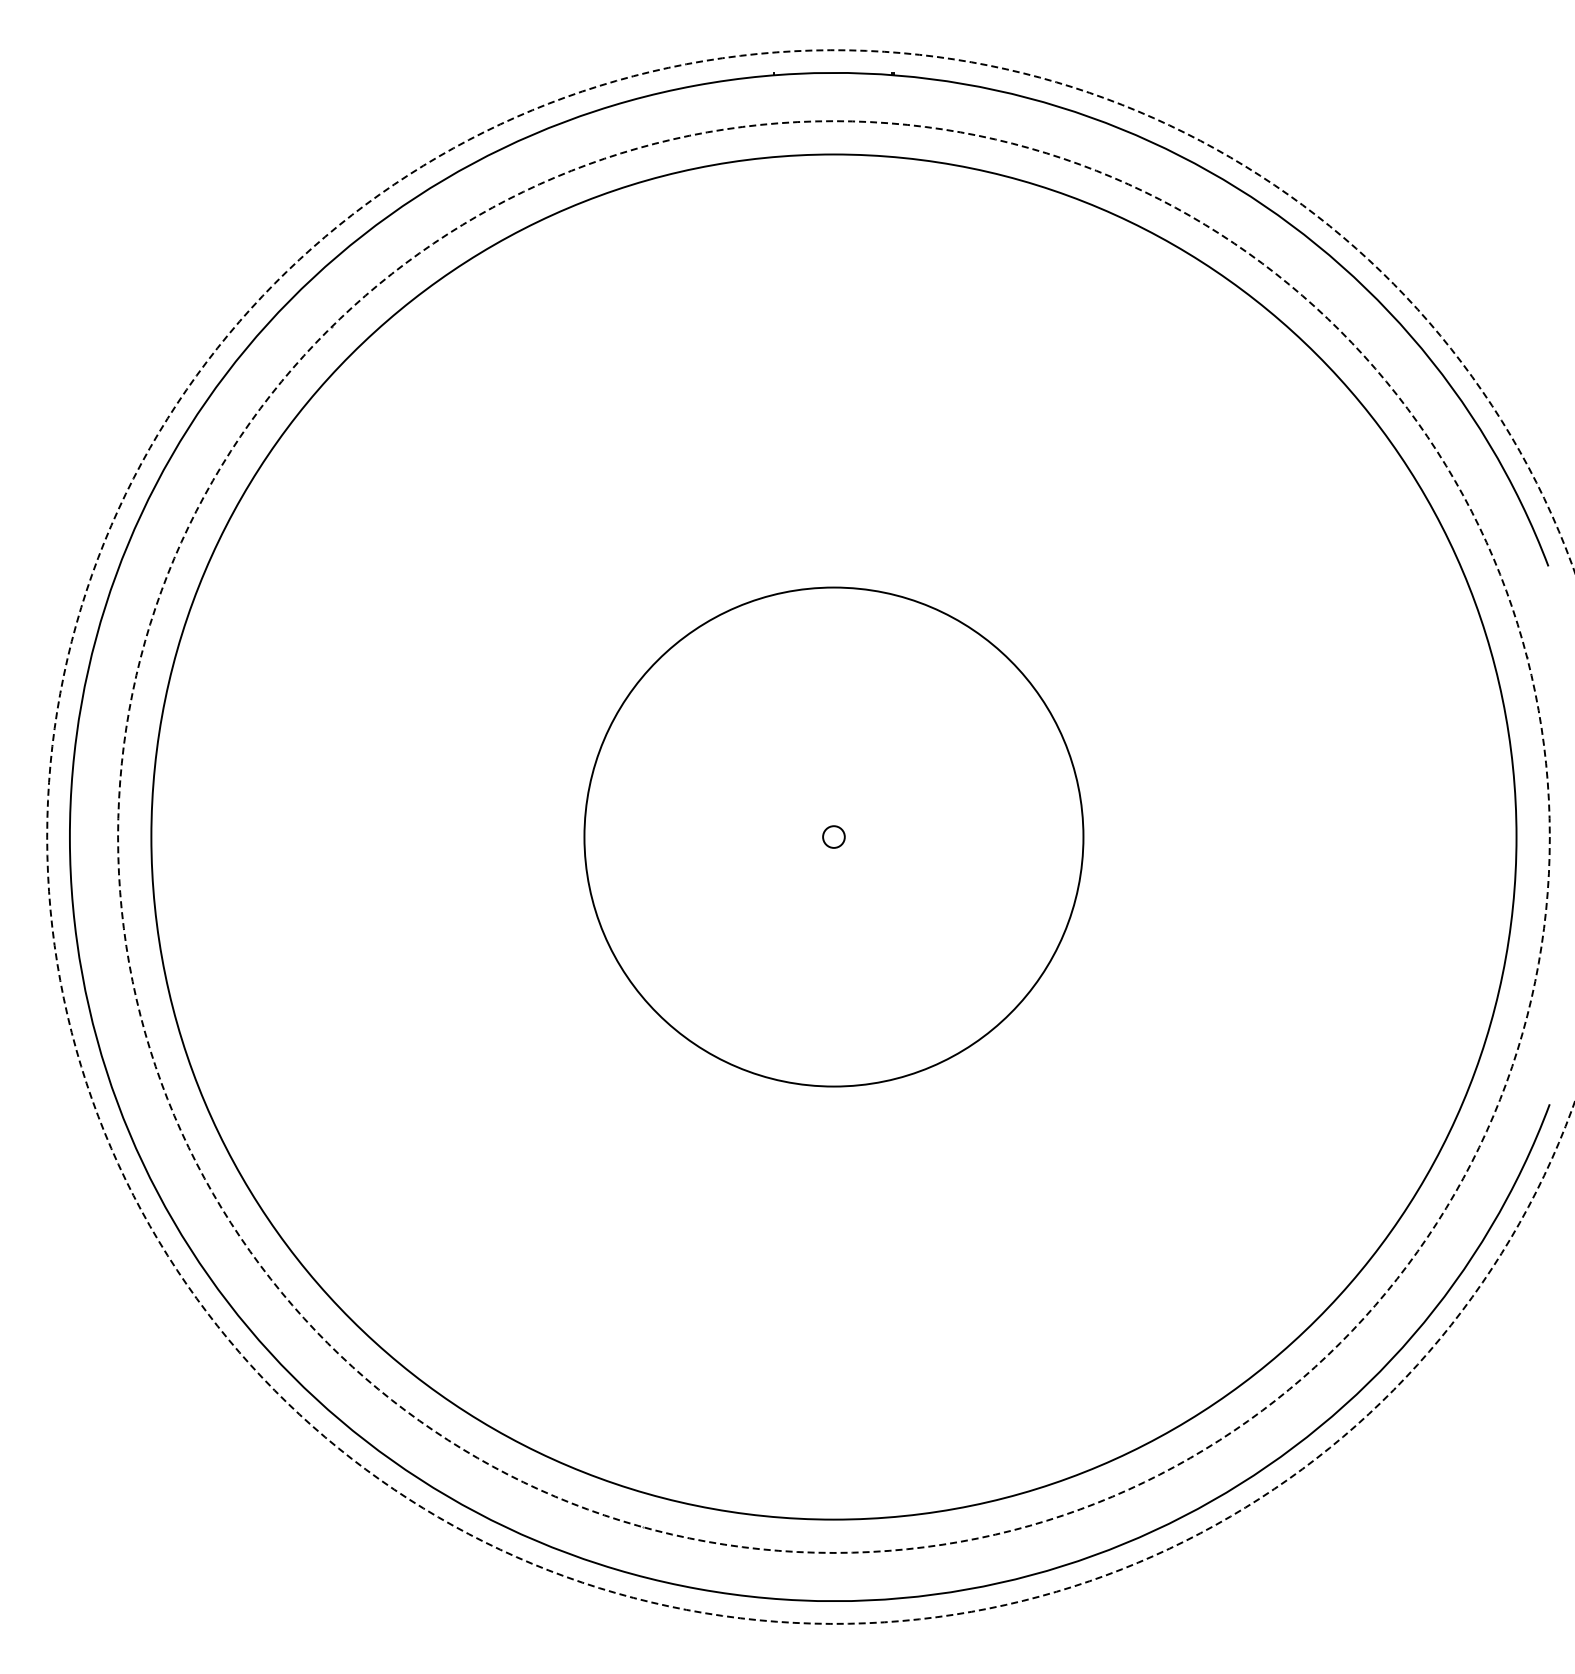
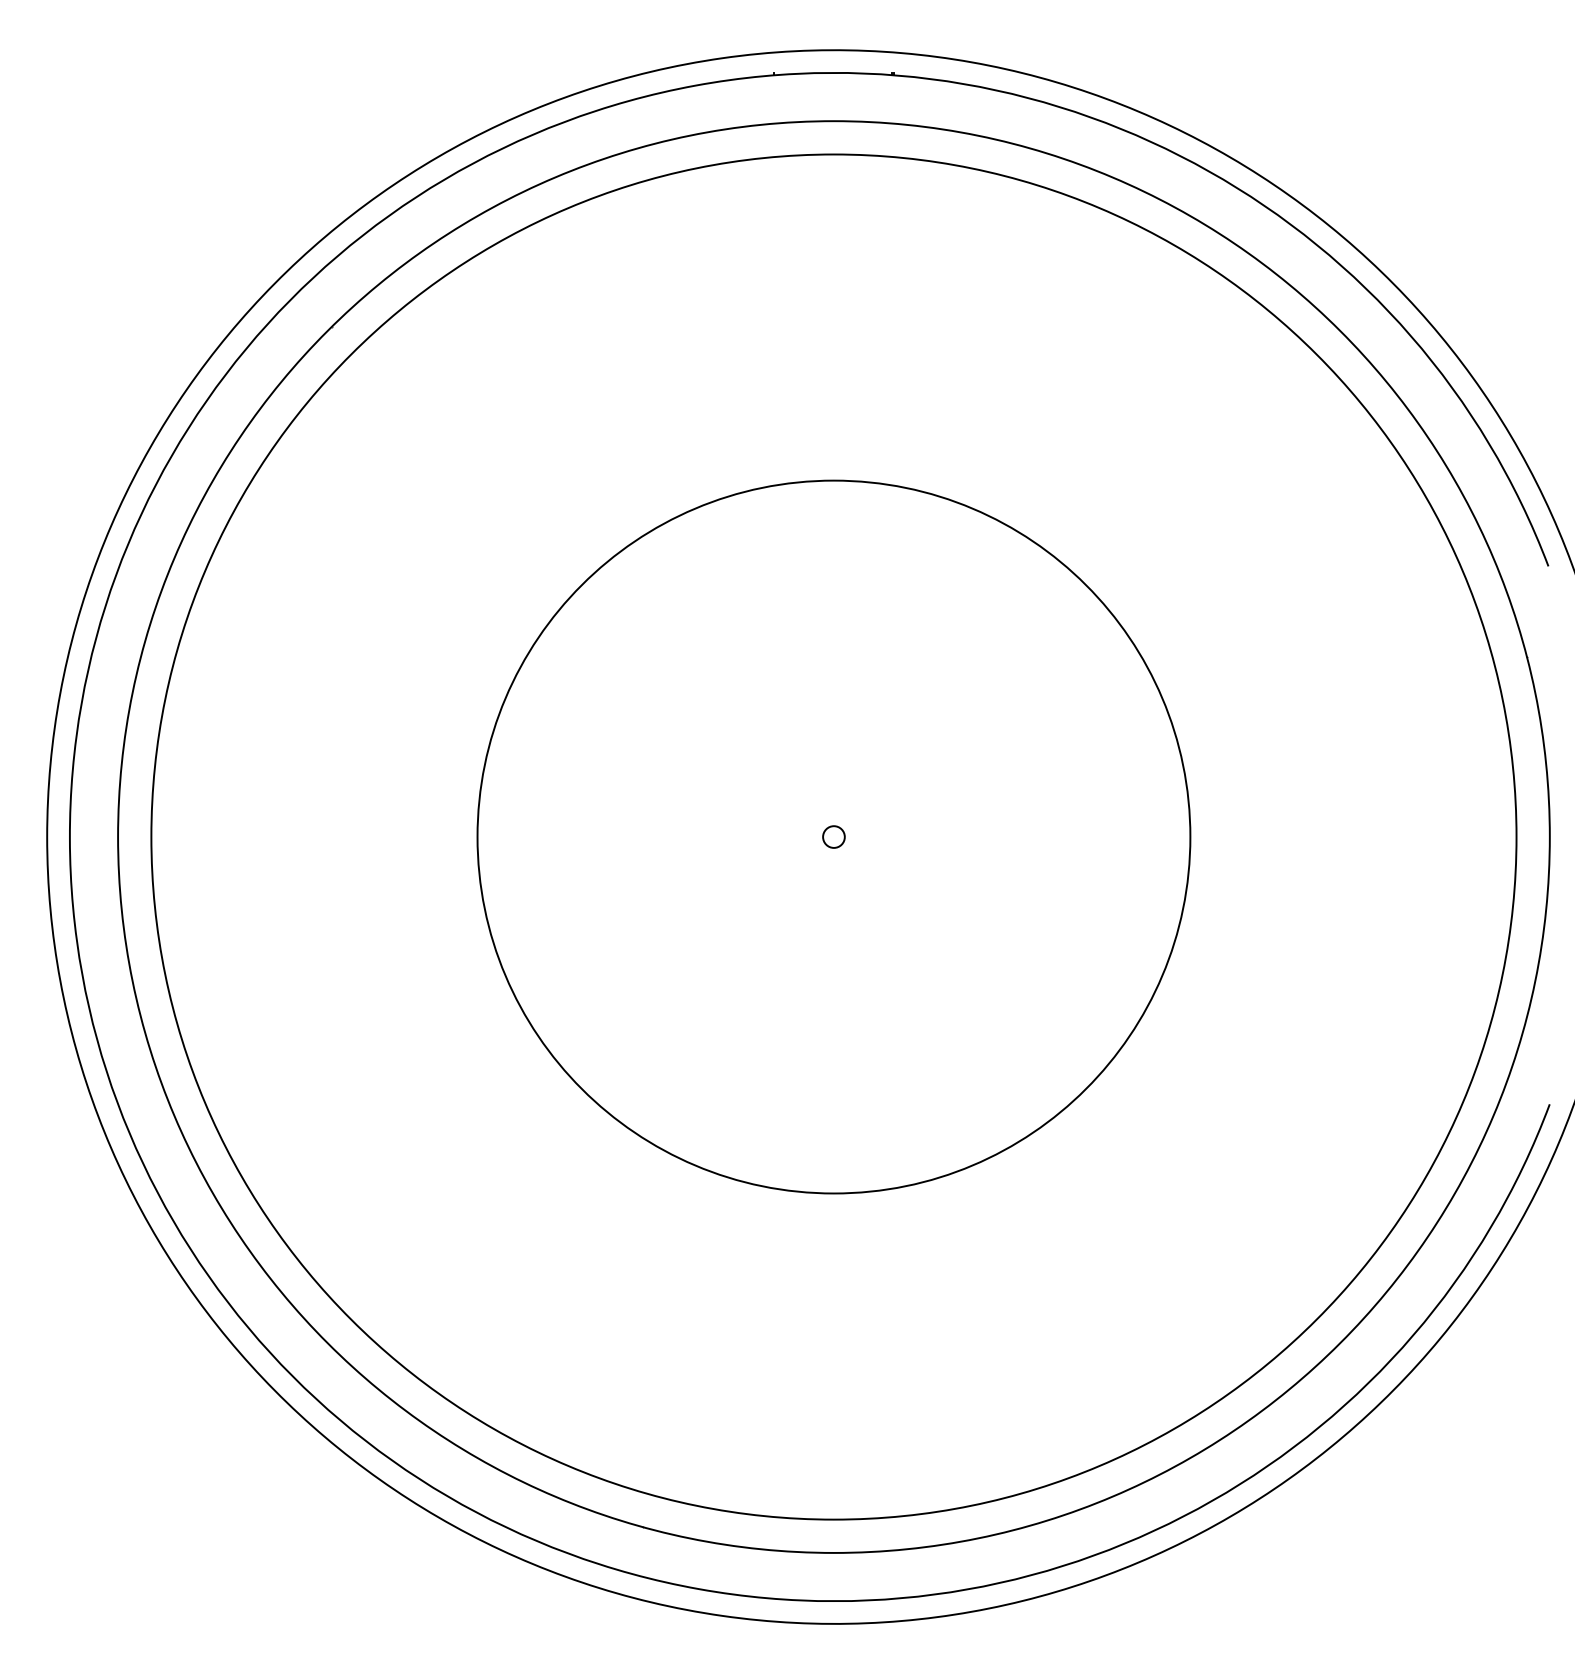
circle at (833, 836) diameter: 499 px -> 713 px
circle at (833, 836): dashed -> solid
arc at (47, 837): dashed -> solid
